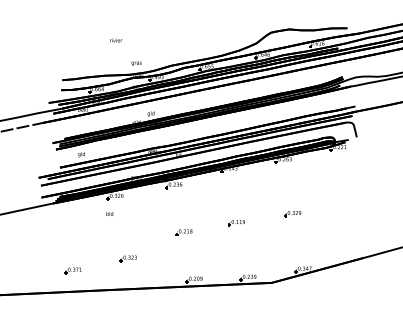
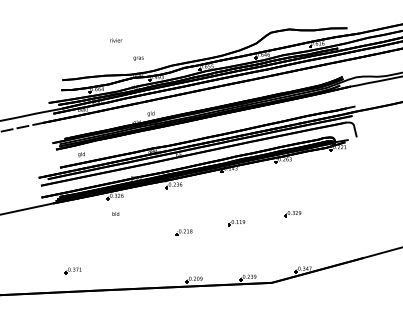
text at (136, 63) position: (136, 63) -> (138, 58)
text at (109, 213) position: (109, 213) -> (115, 213)
part at (127, 258): present -> none
